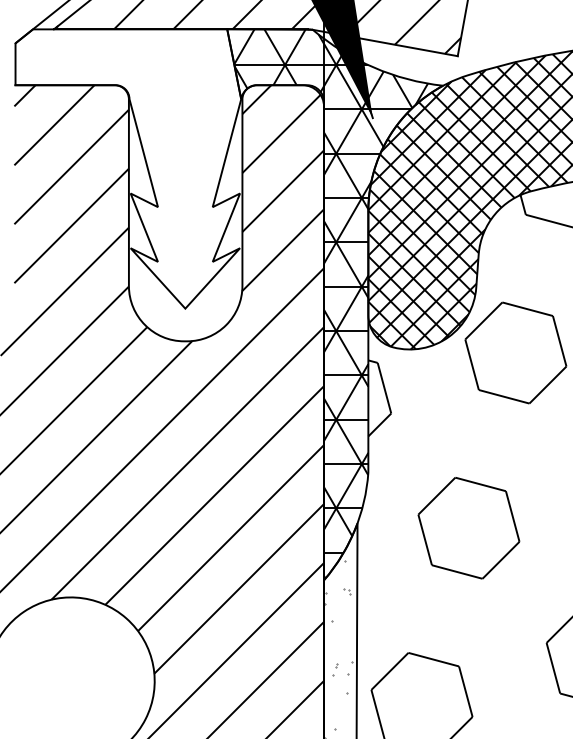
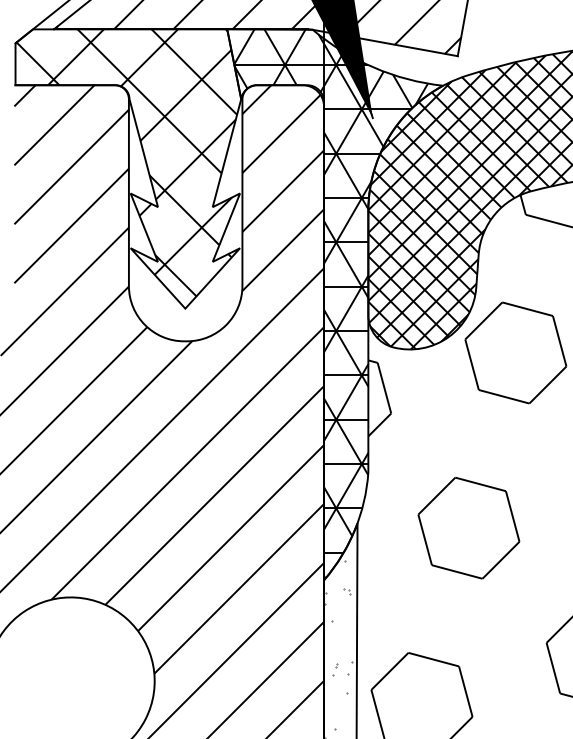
hatch at (126, 162): none -> present
